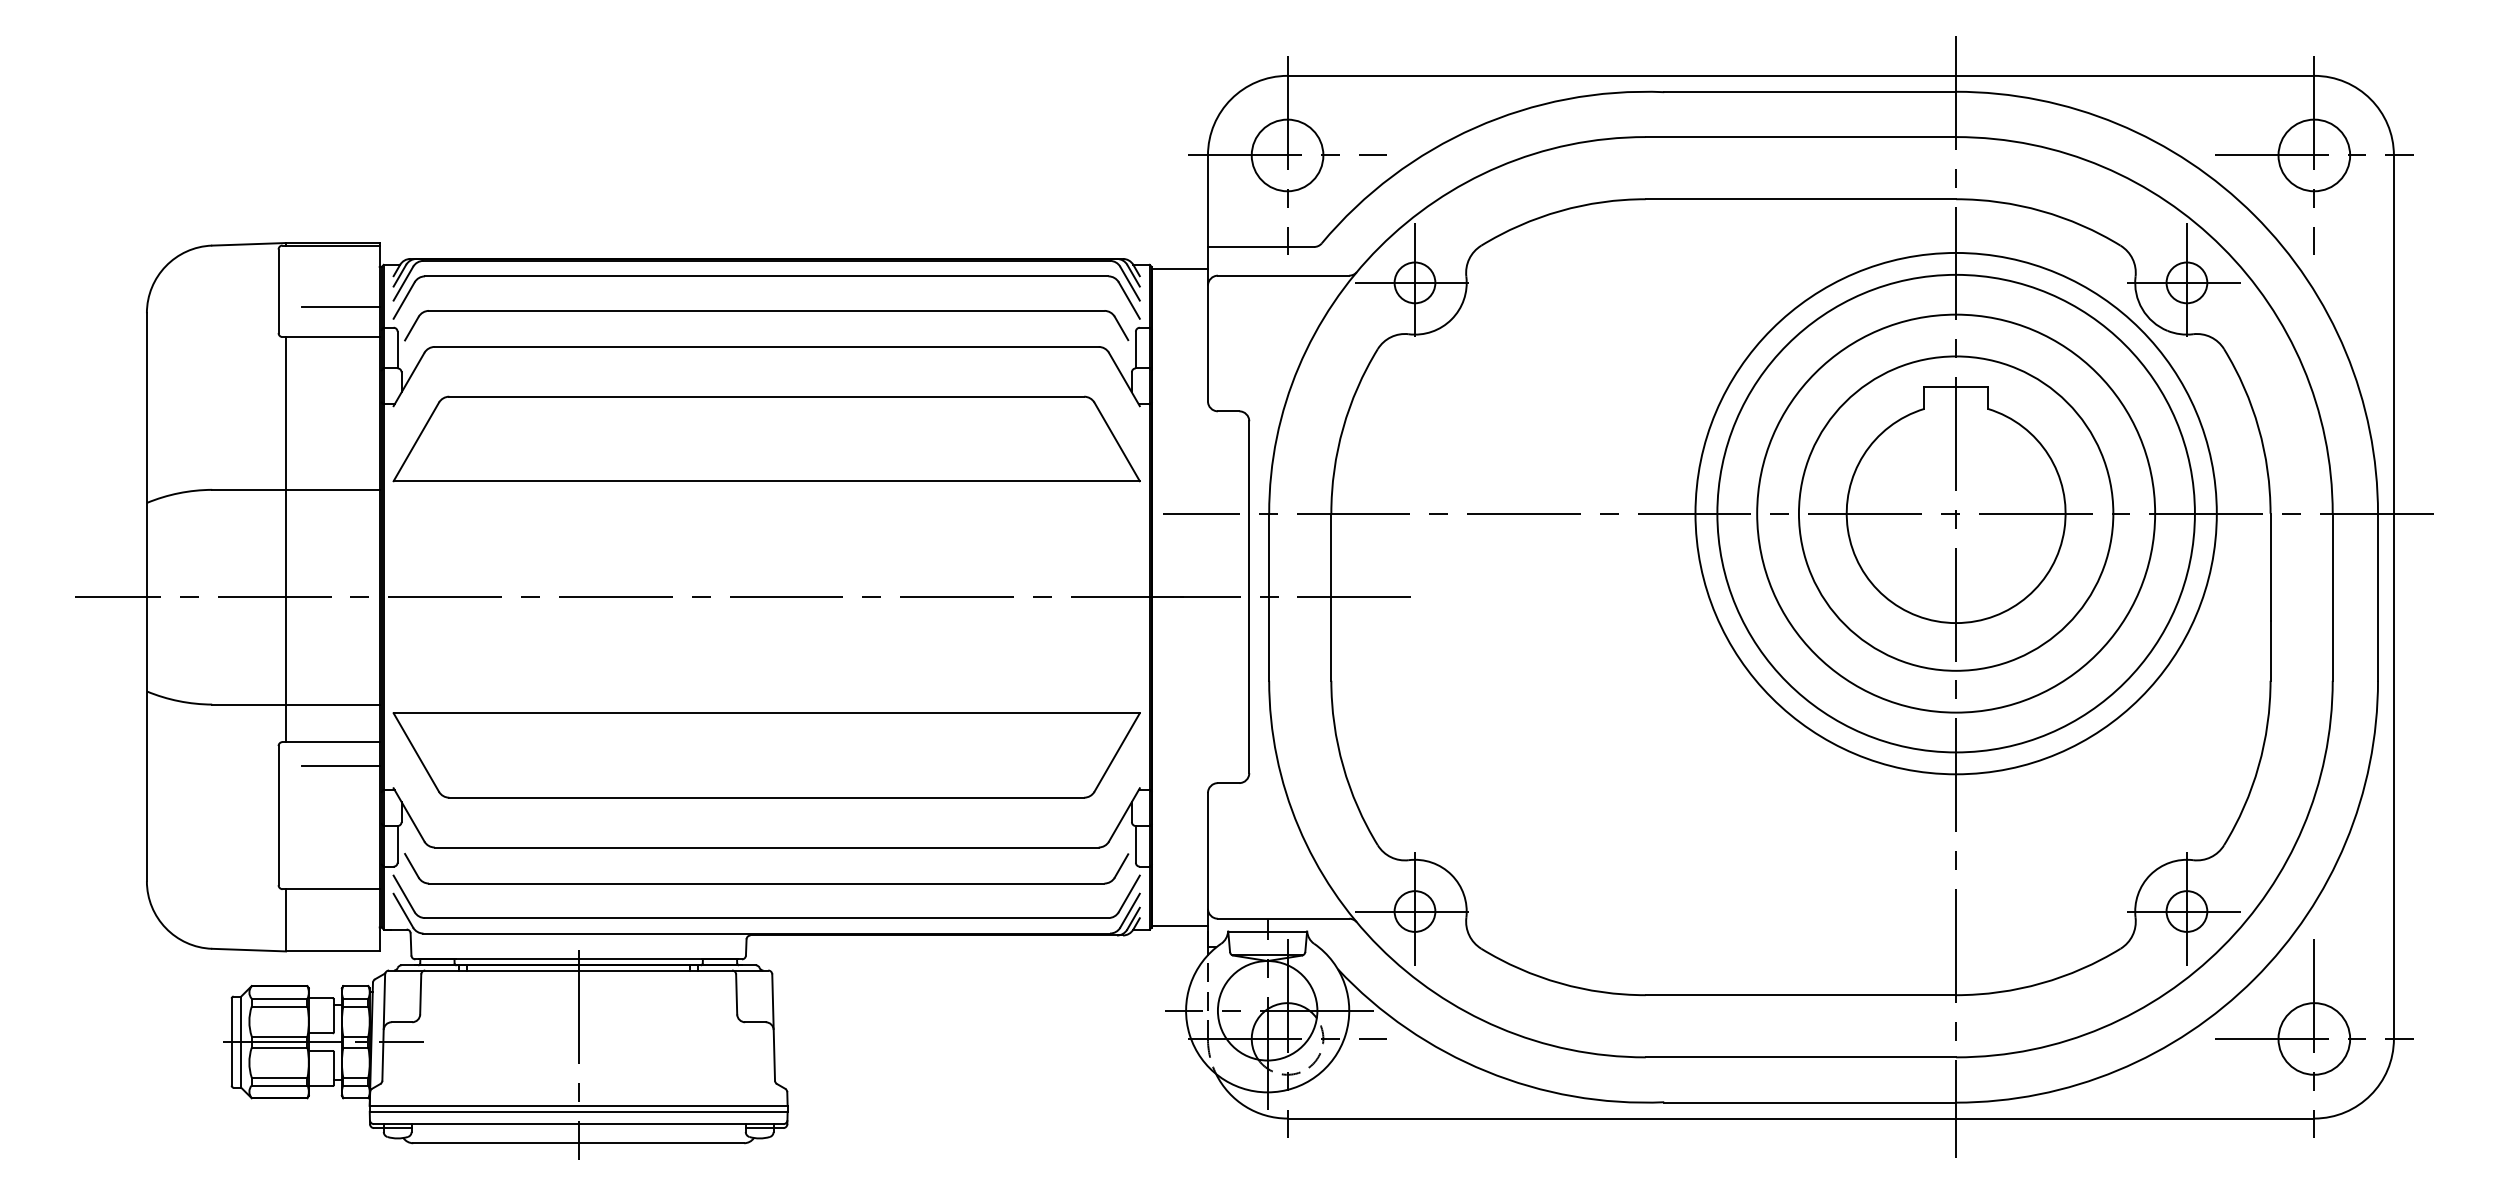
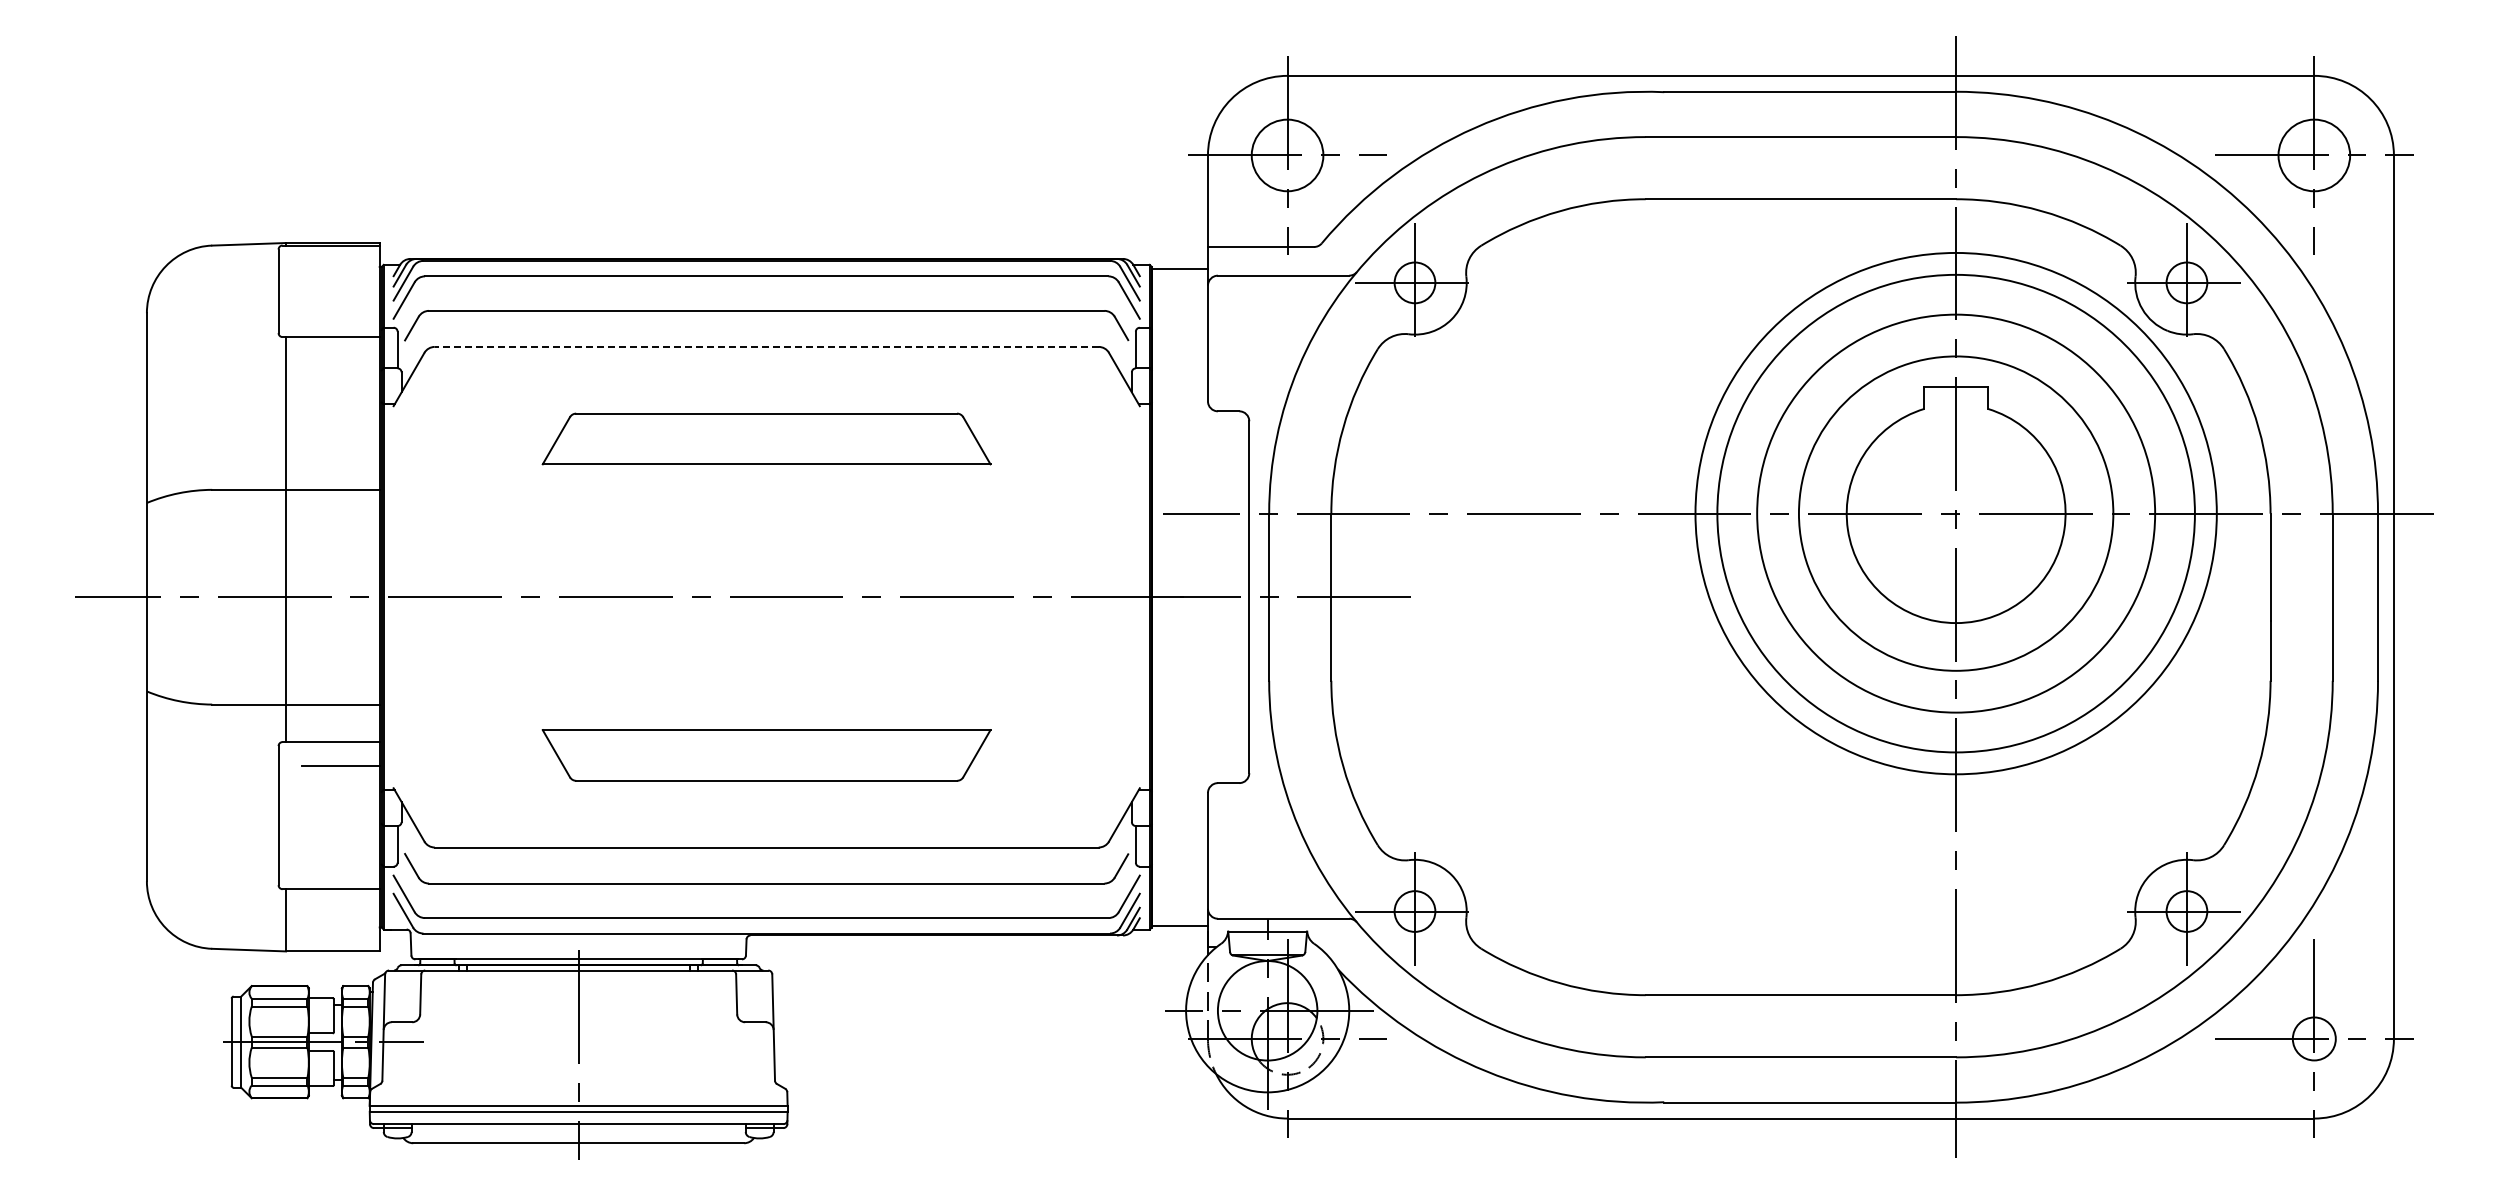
line at (340, 306): present -> none
line at (766, 346): solid -> dashed
part at (766, 438) size: 749x88 px -> 451x54 px
part at (766, 755) size: 749x87 px -> 451x53 px
circle at (2314, 1038) diameter: 72 px -> 43 px
